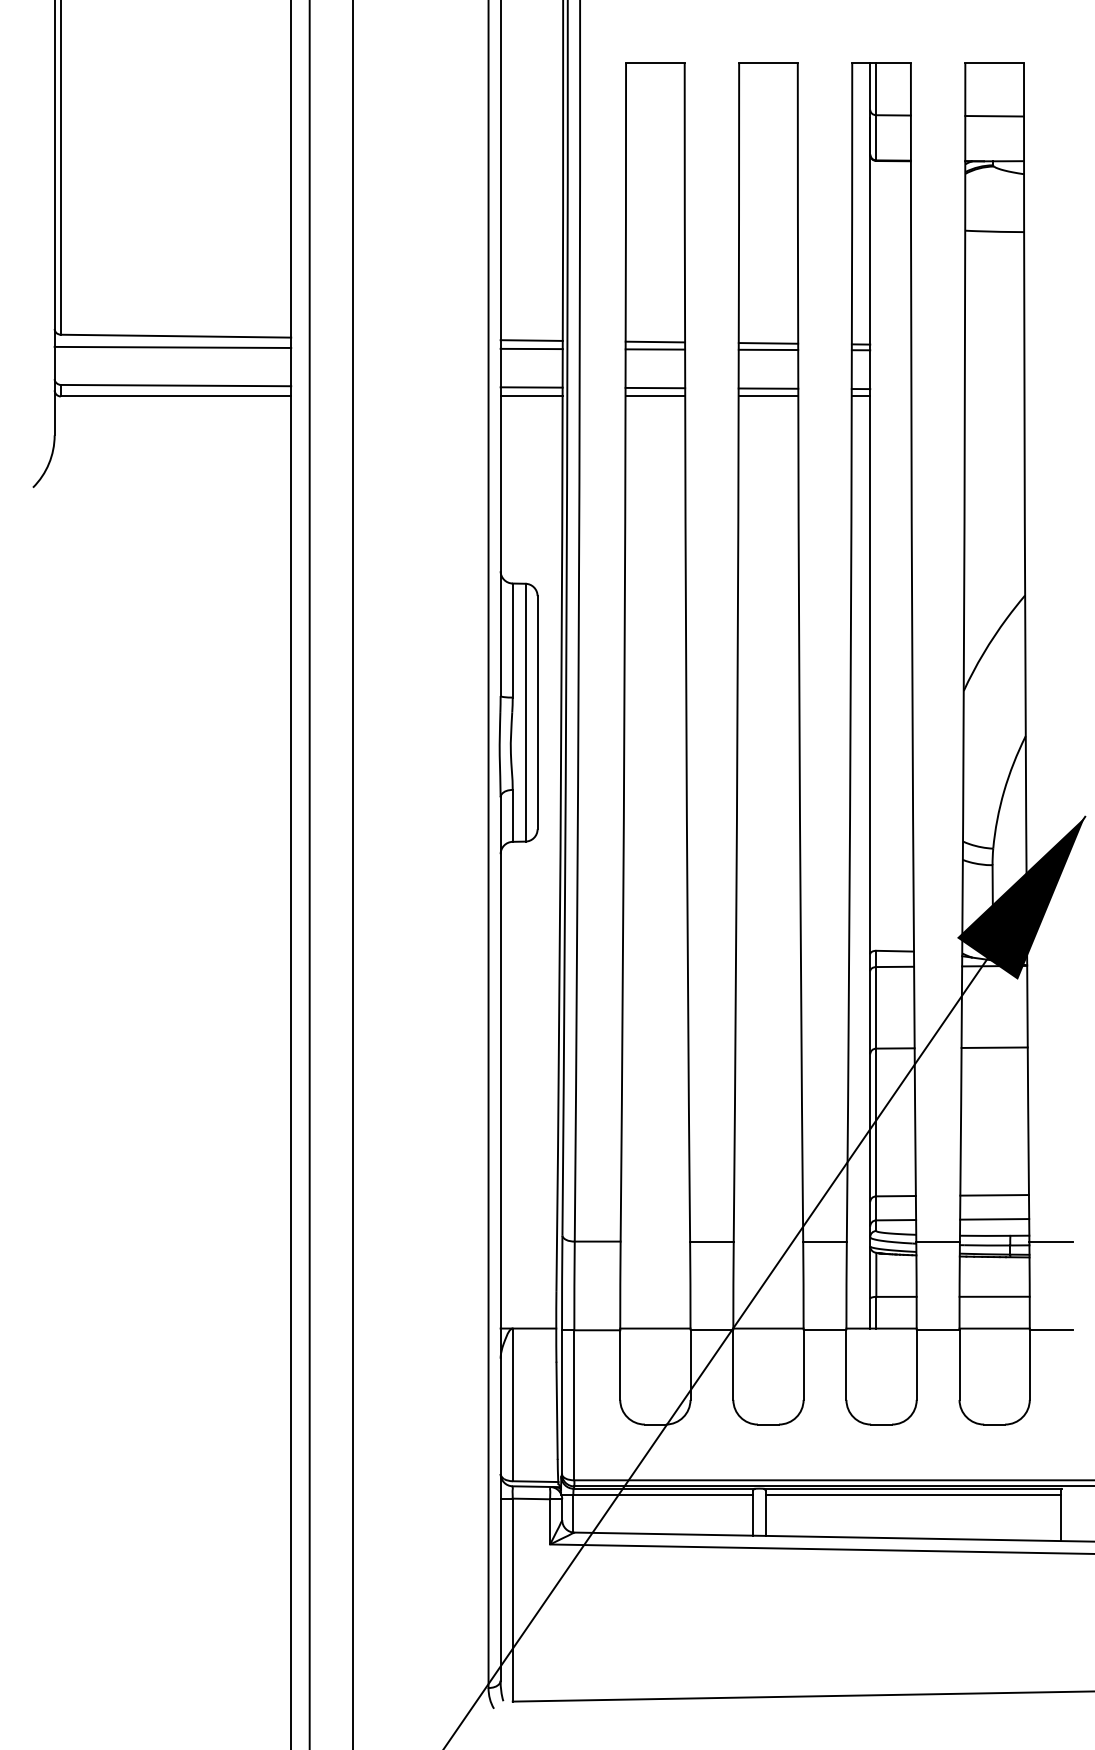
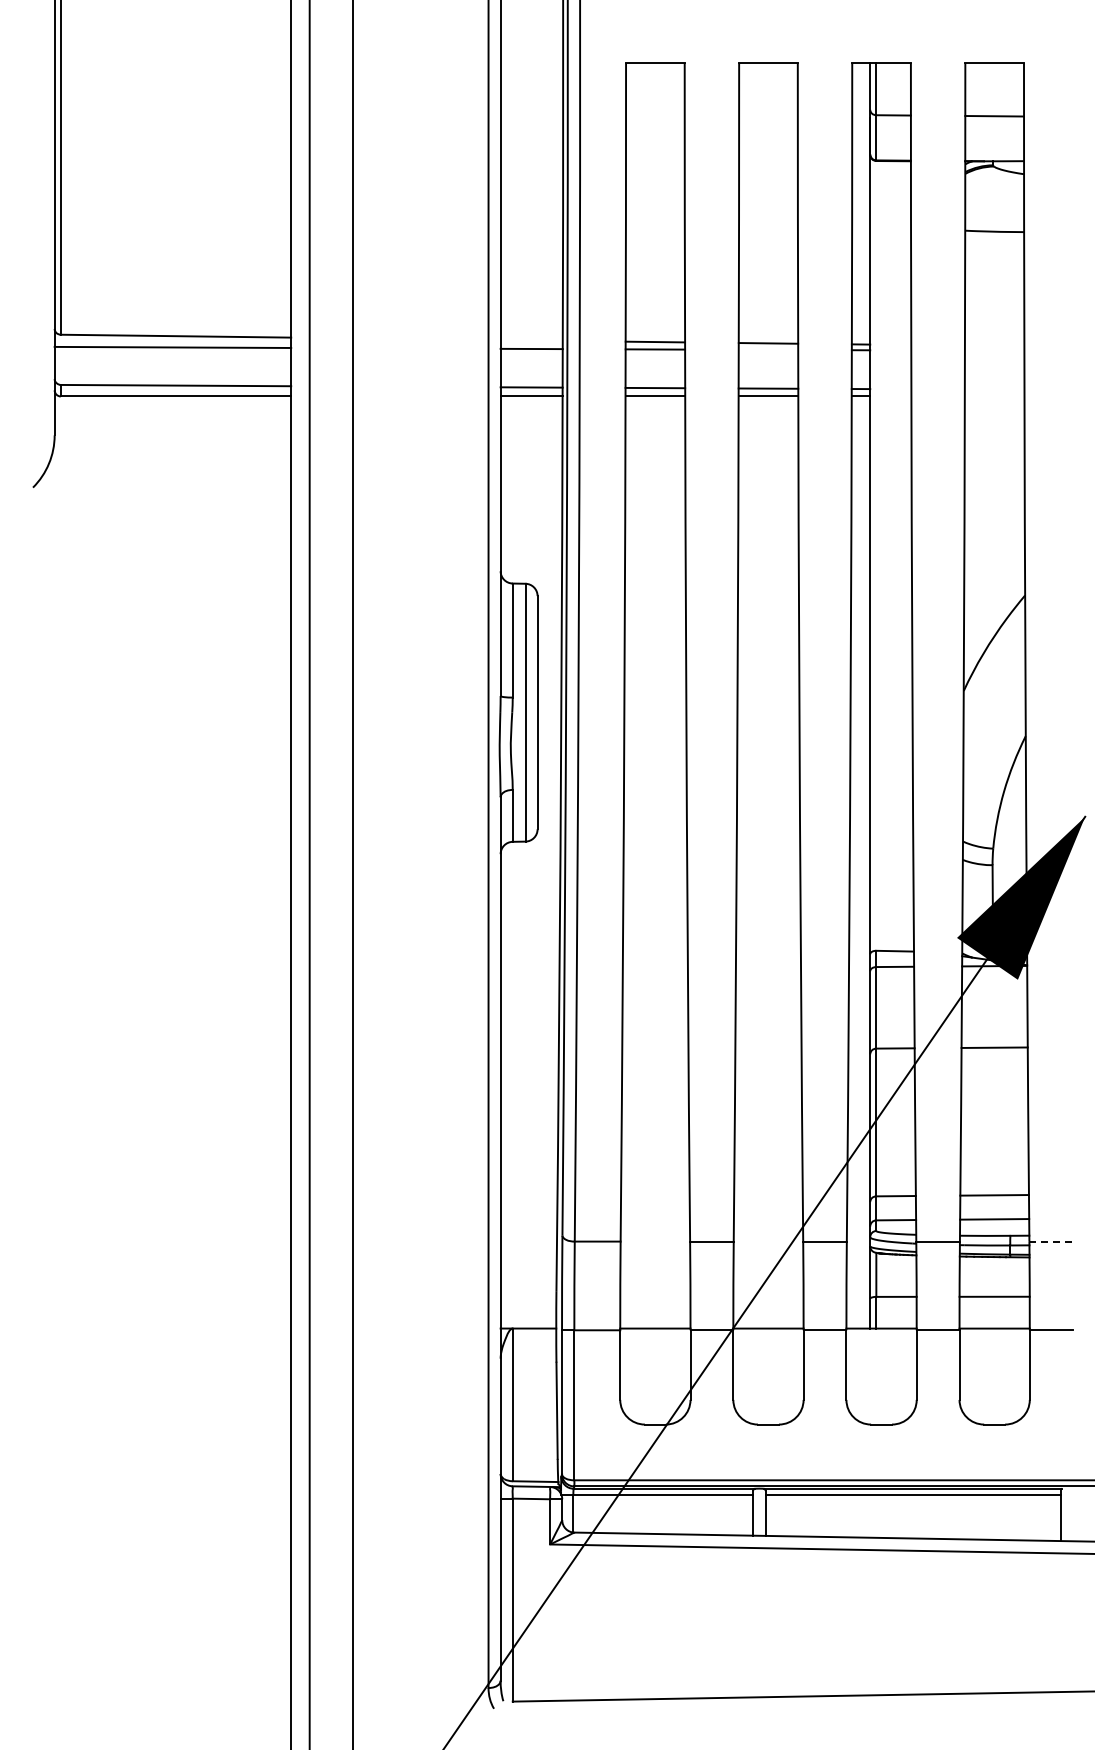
line at (531, 340): present -> none
line at (768, 349): present -> none
line at (1051, 1241): solid -> dashed
